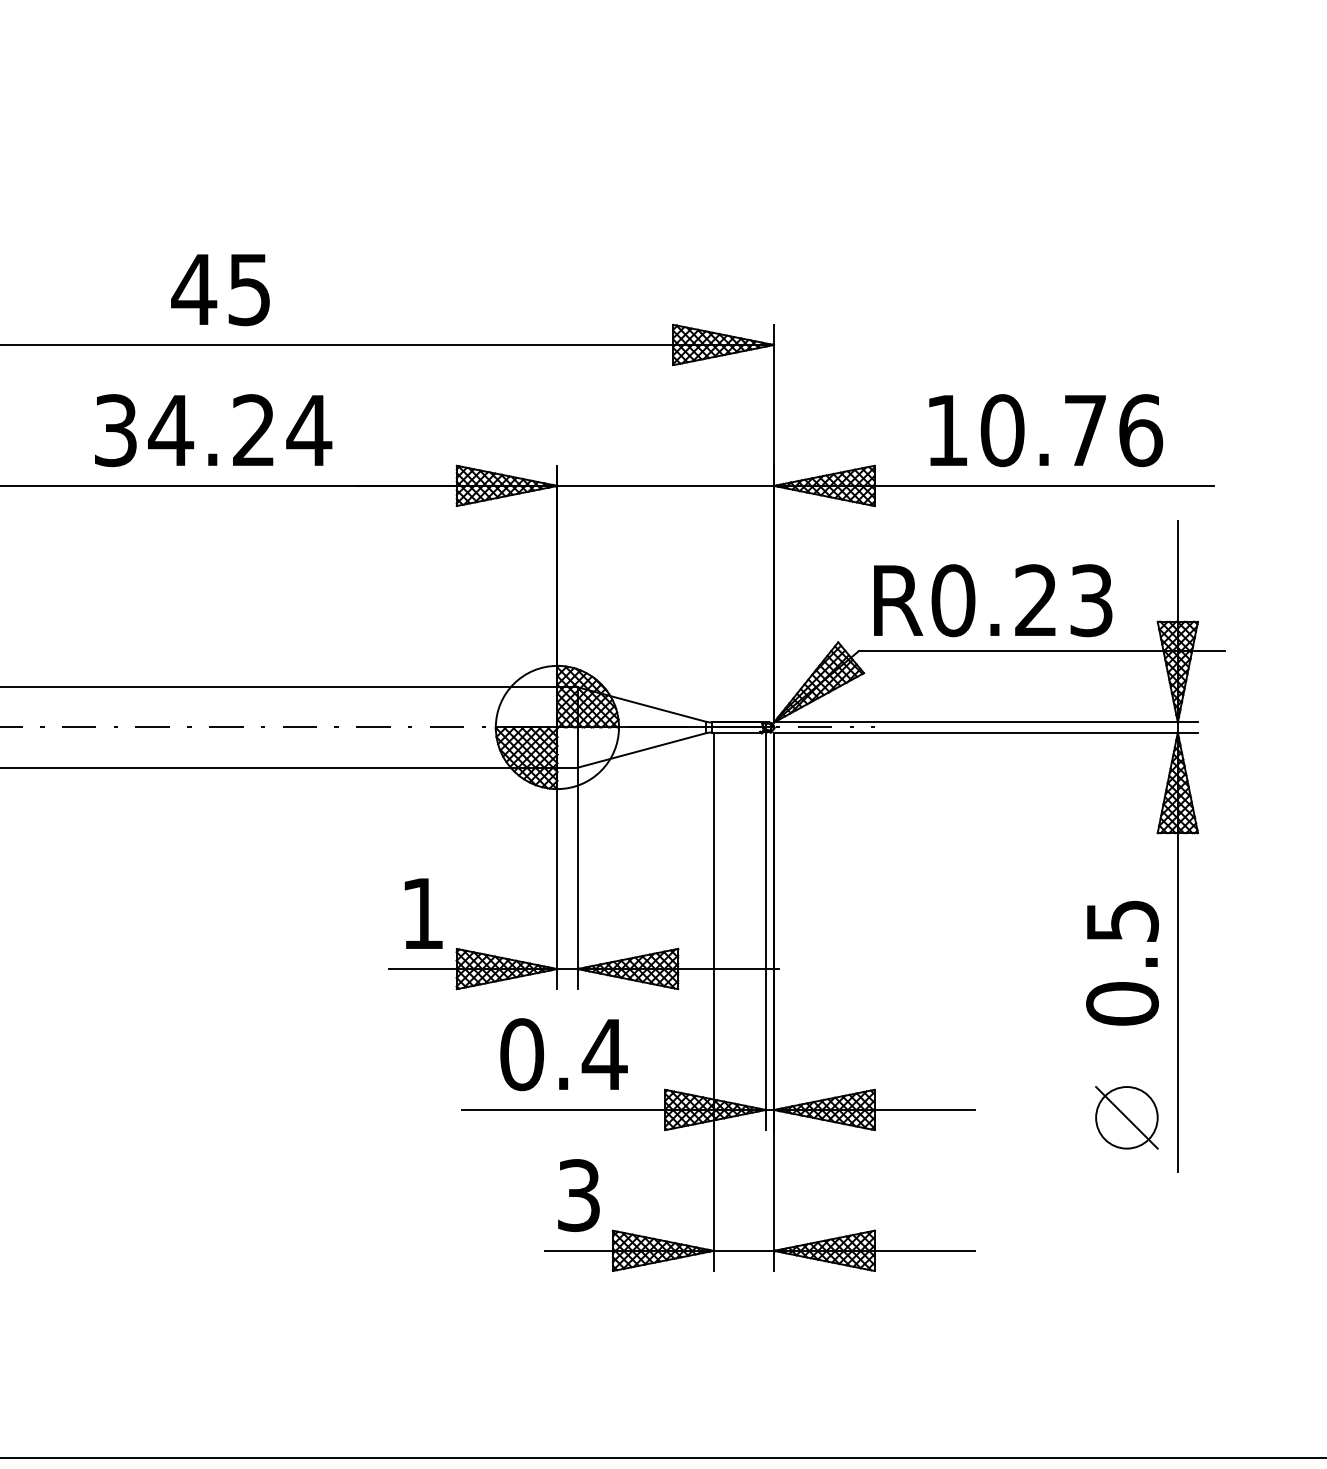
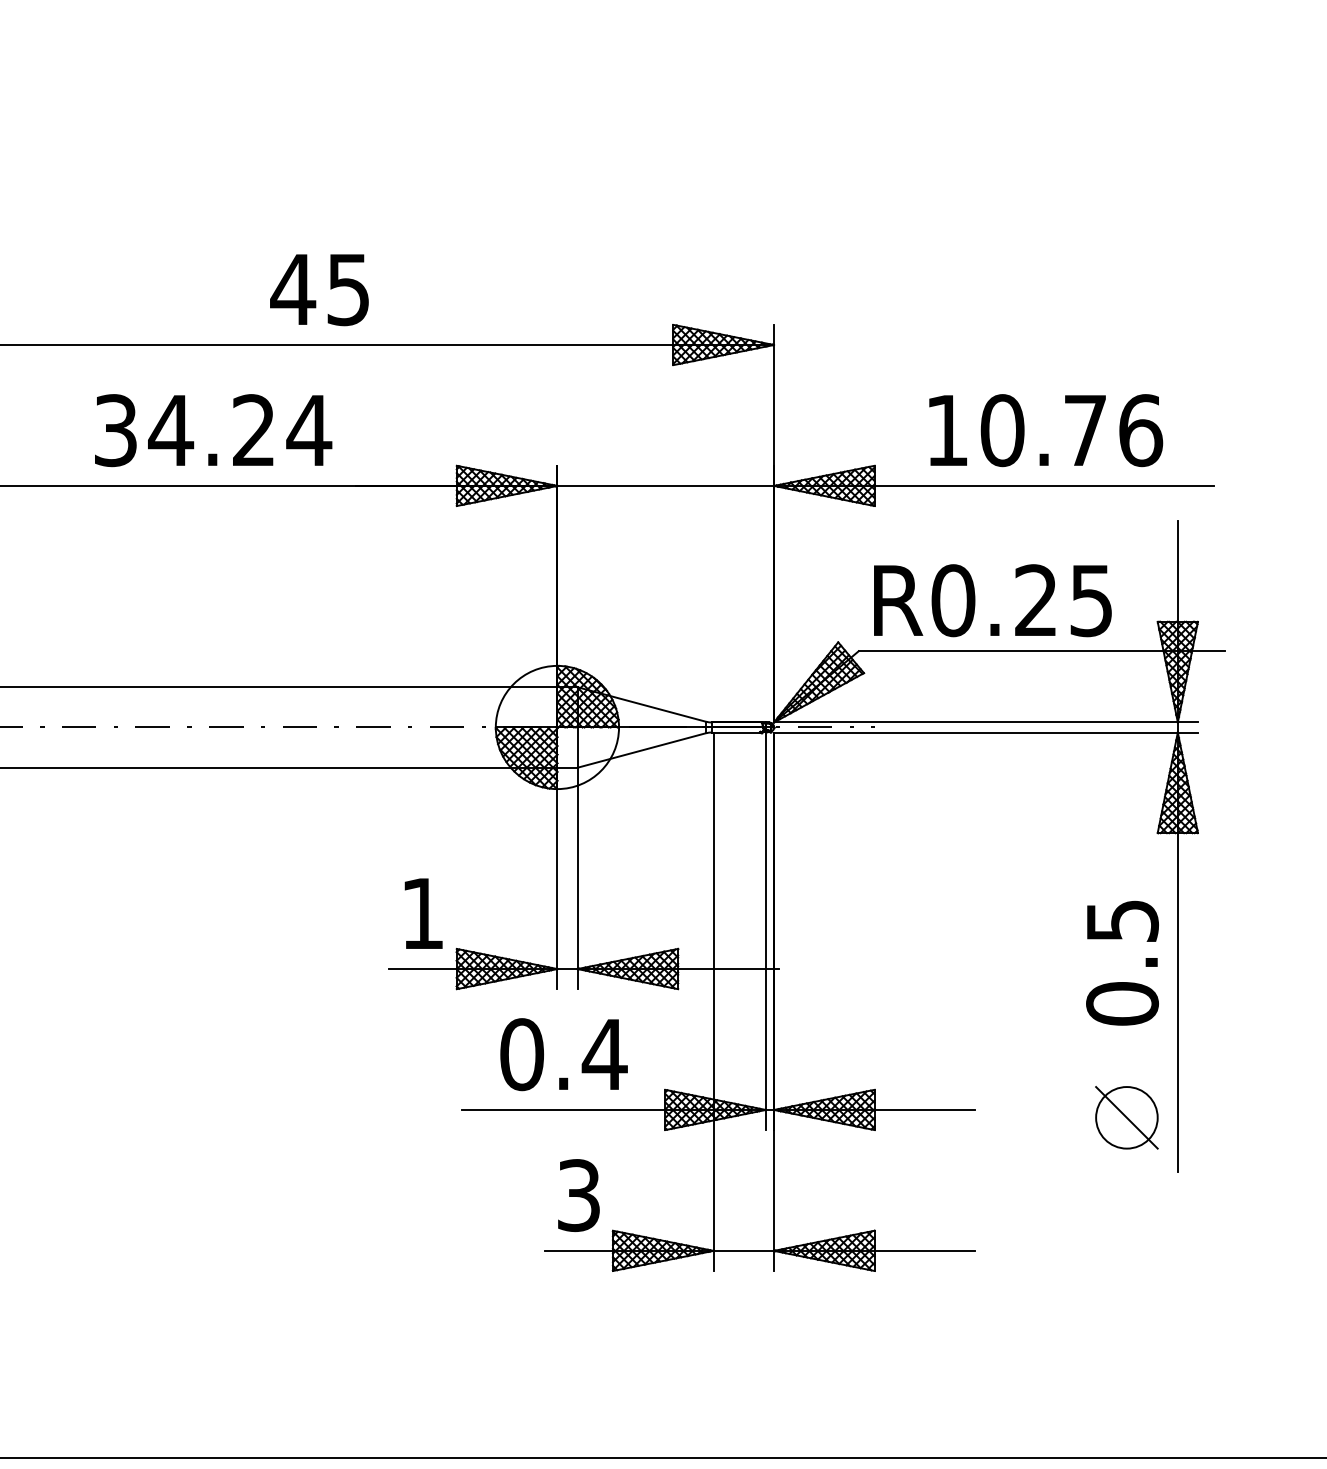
text at (220, 290) position: (220, 290) -> (319, 290)
text at (1091, 600): R0.23 -> R0.25
